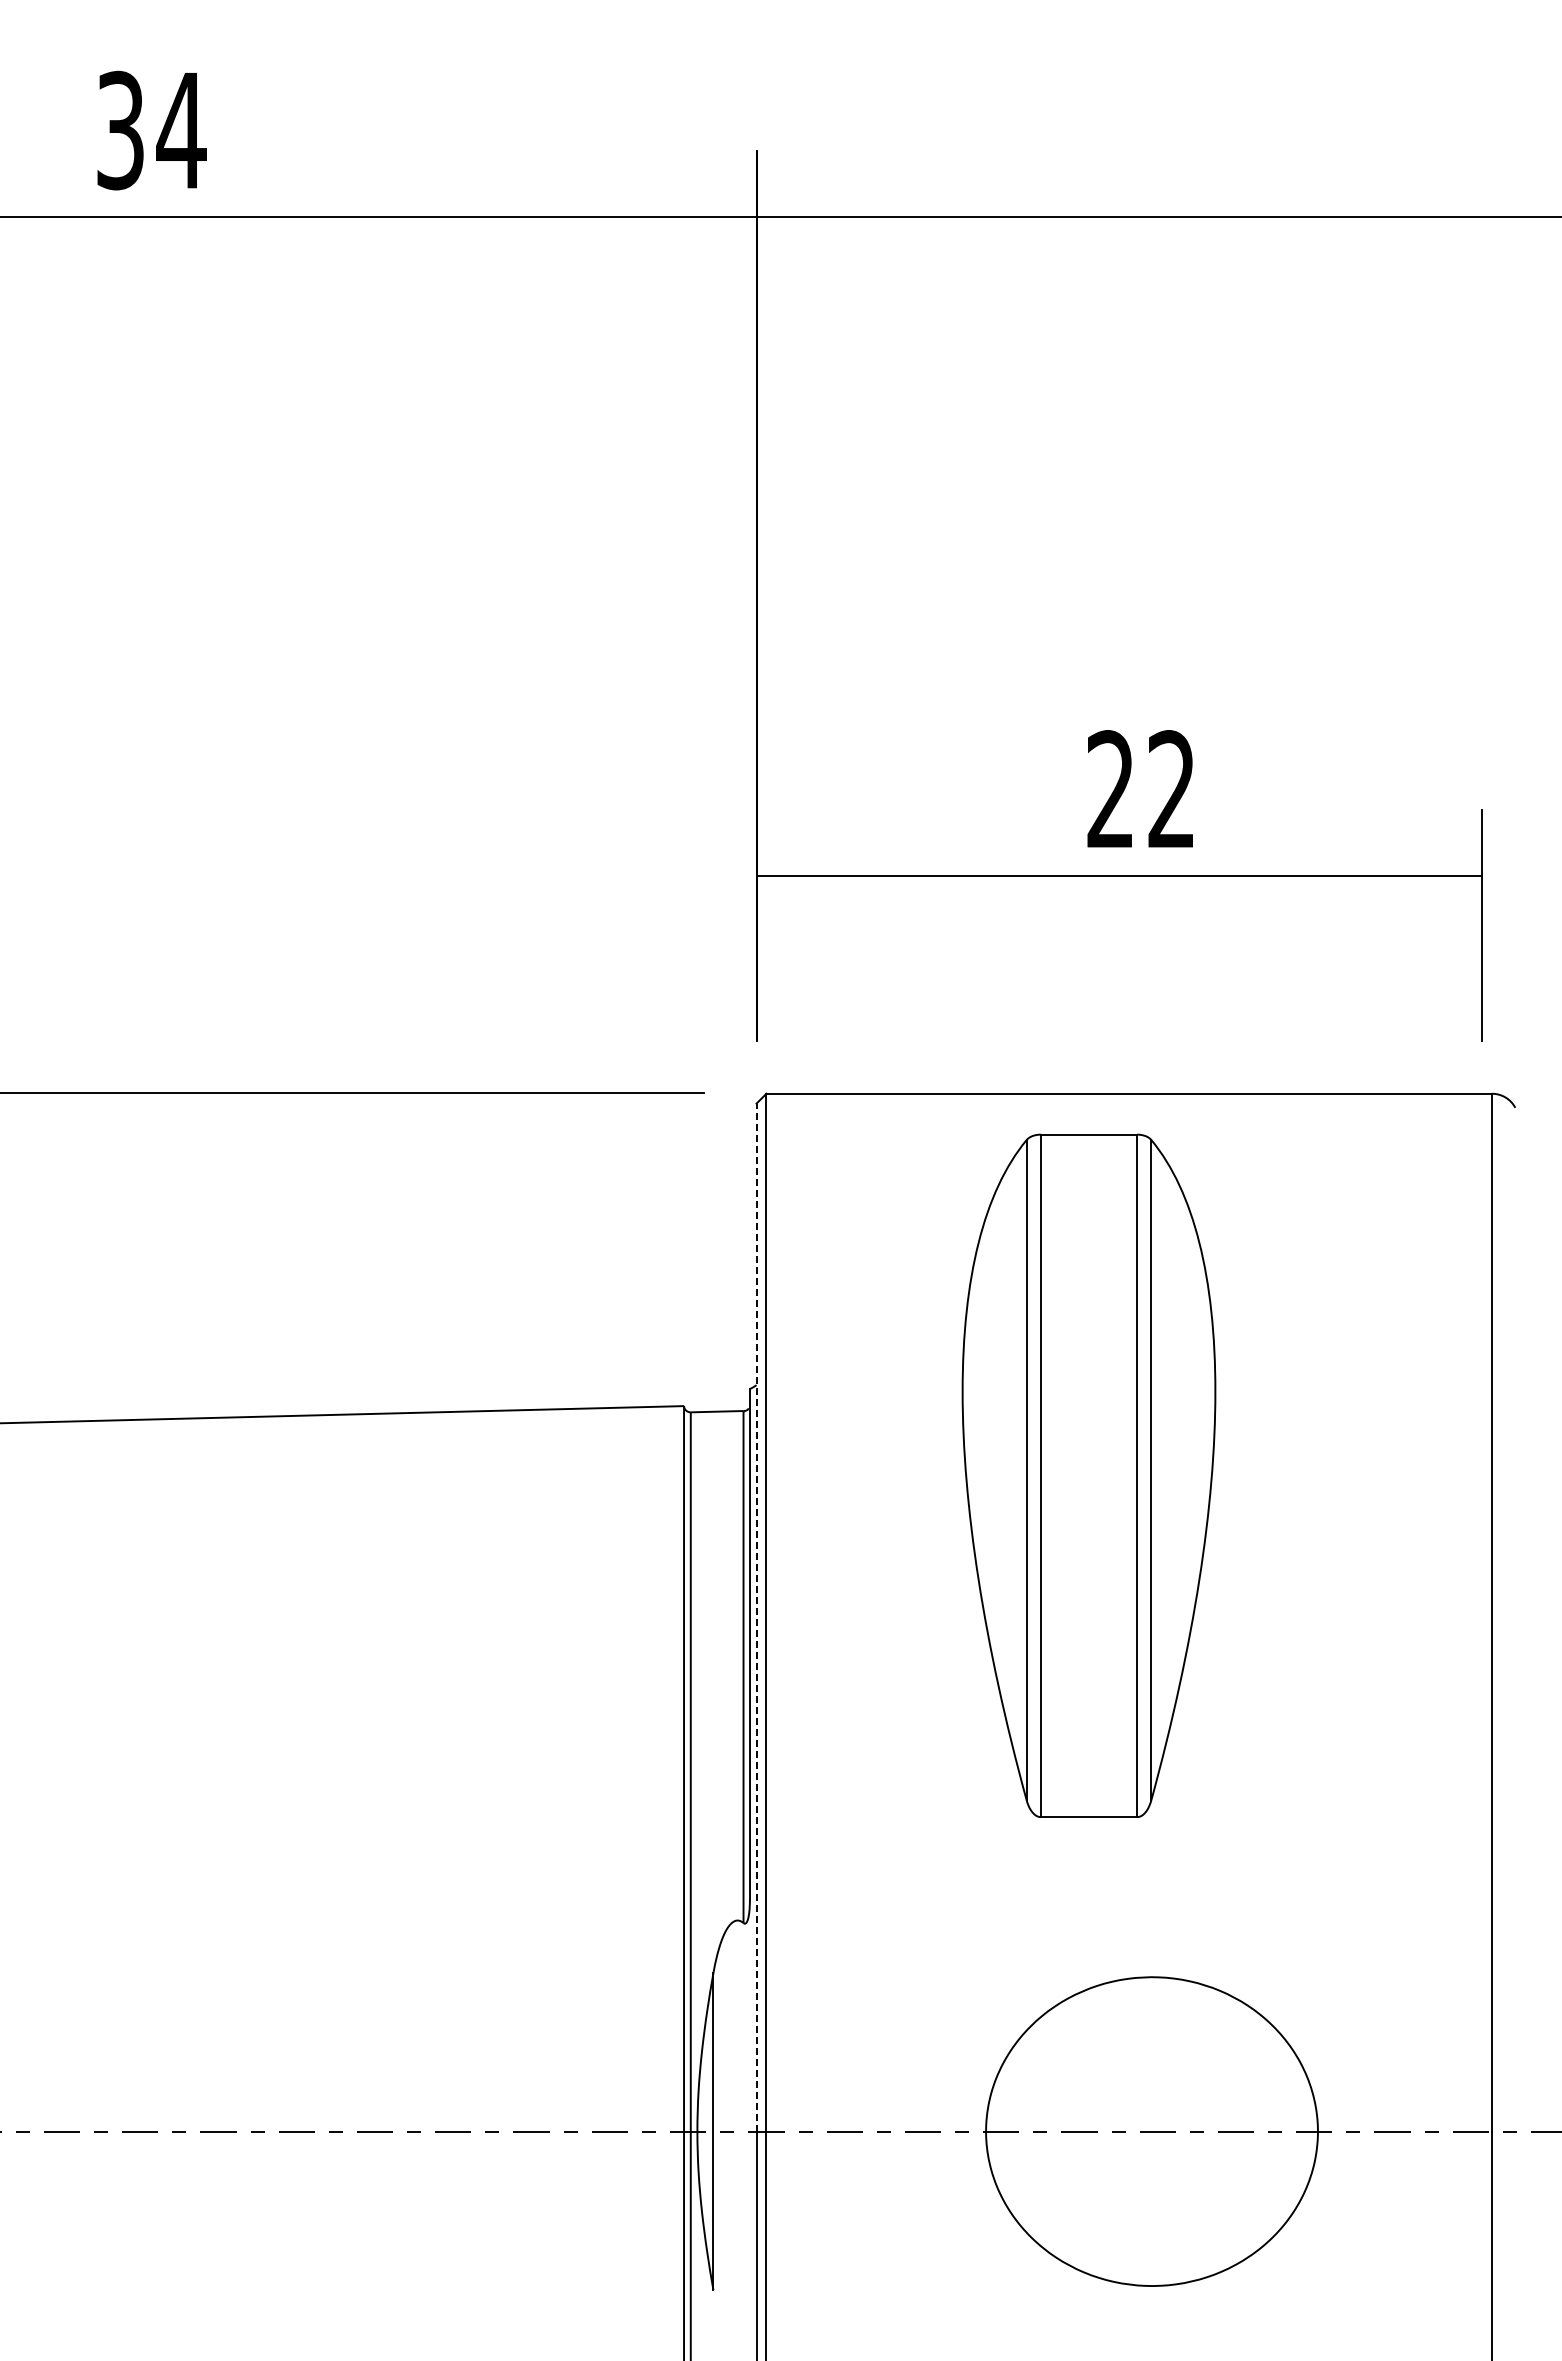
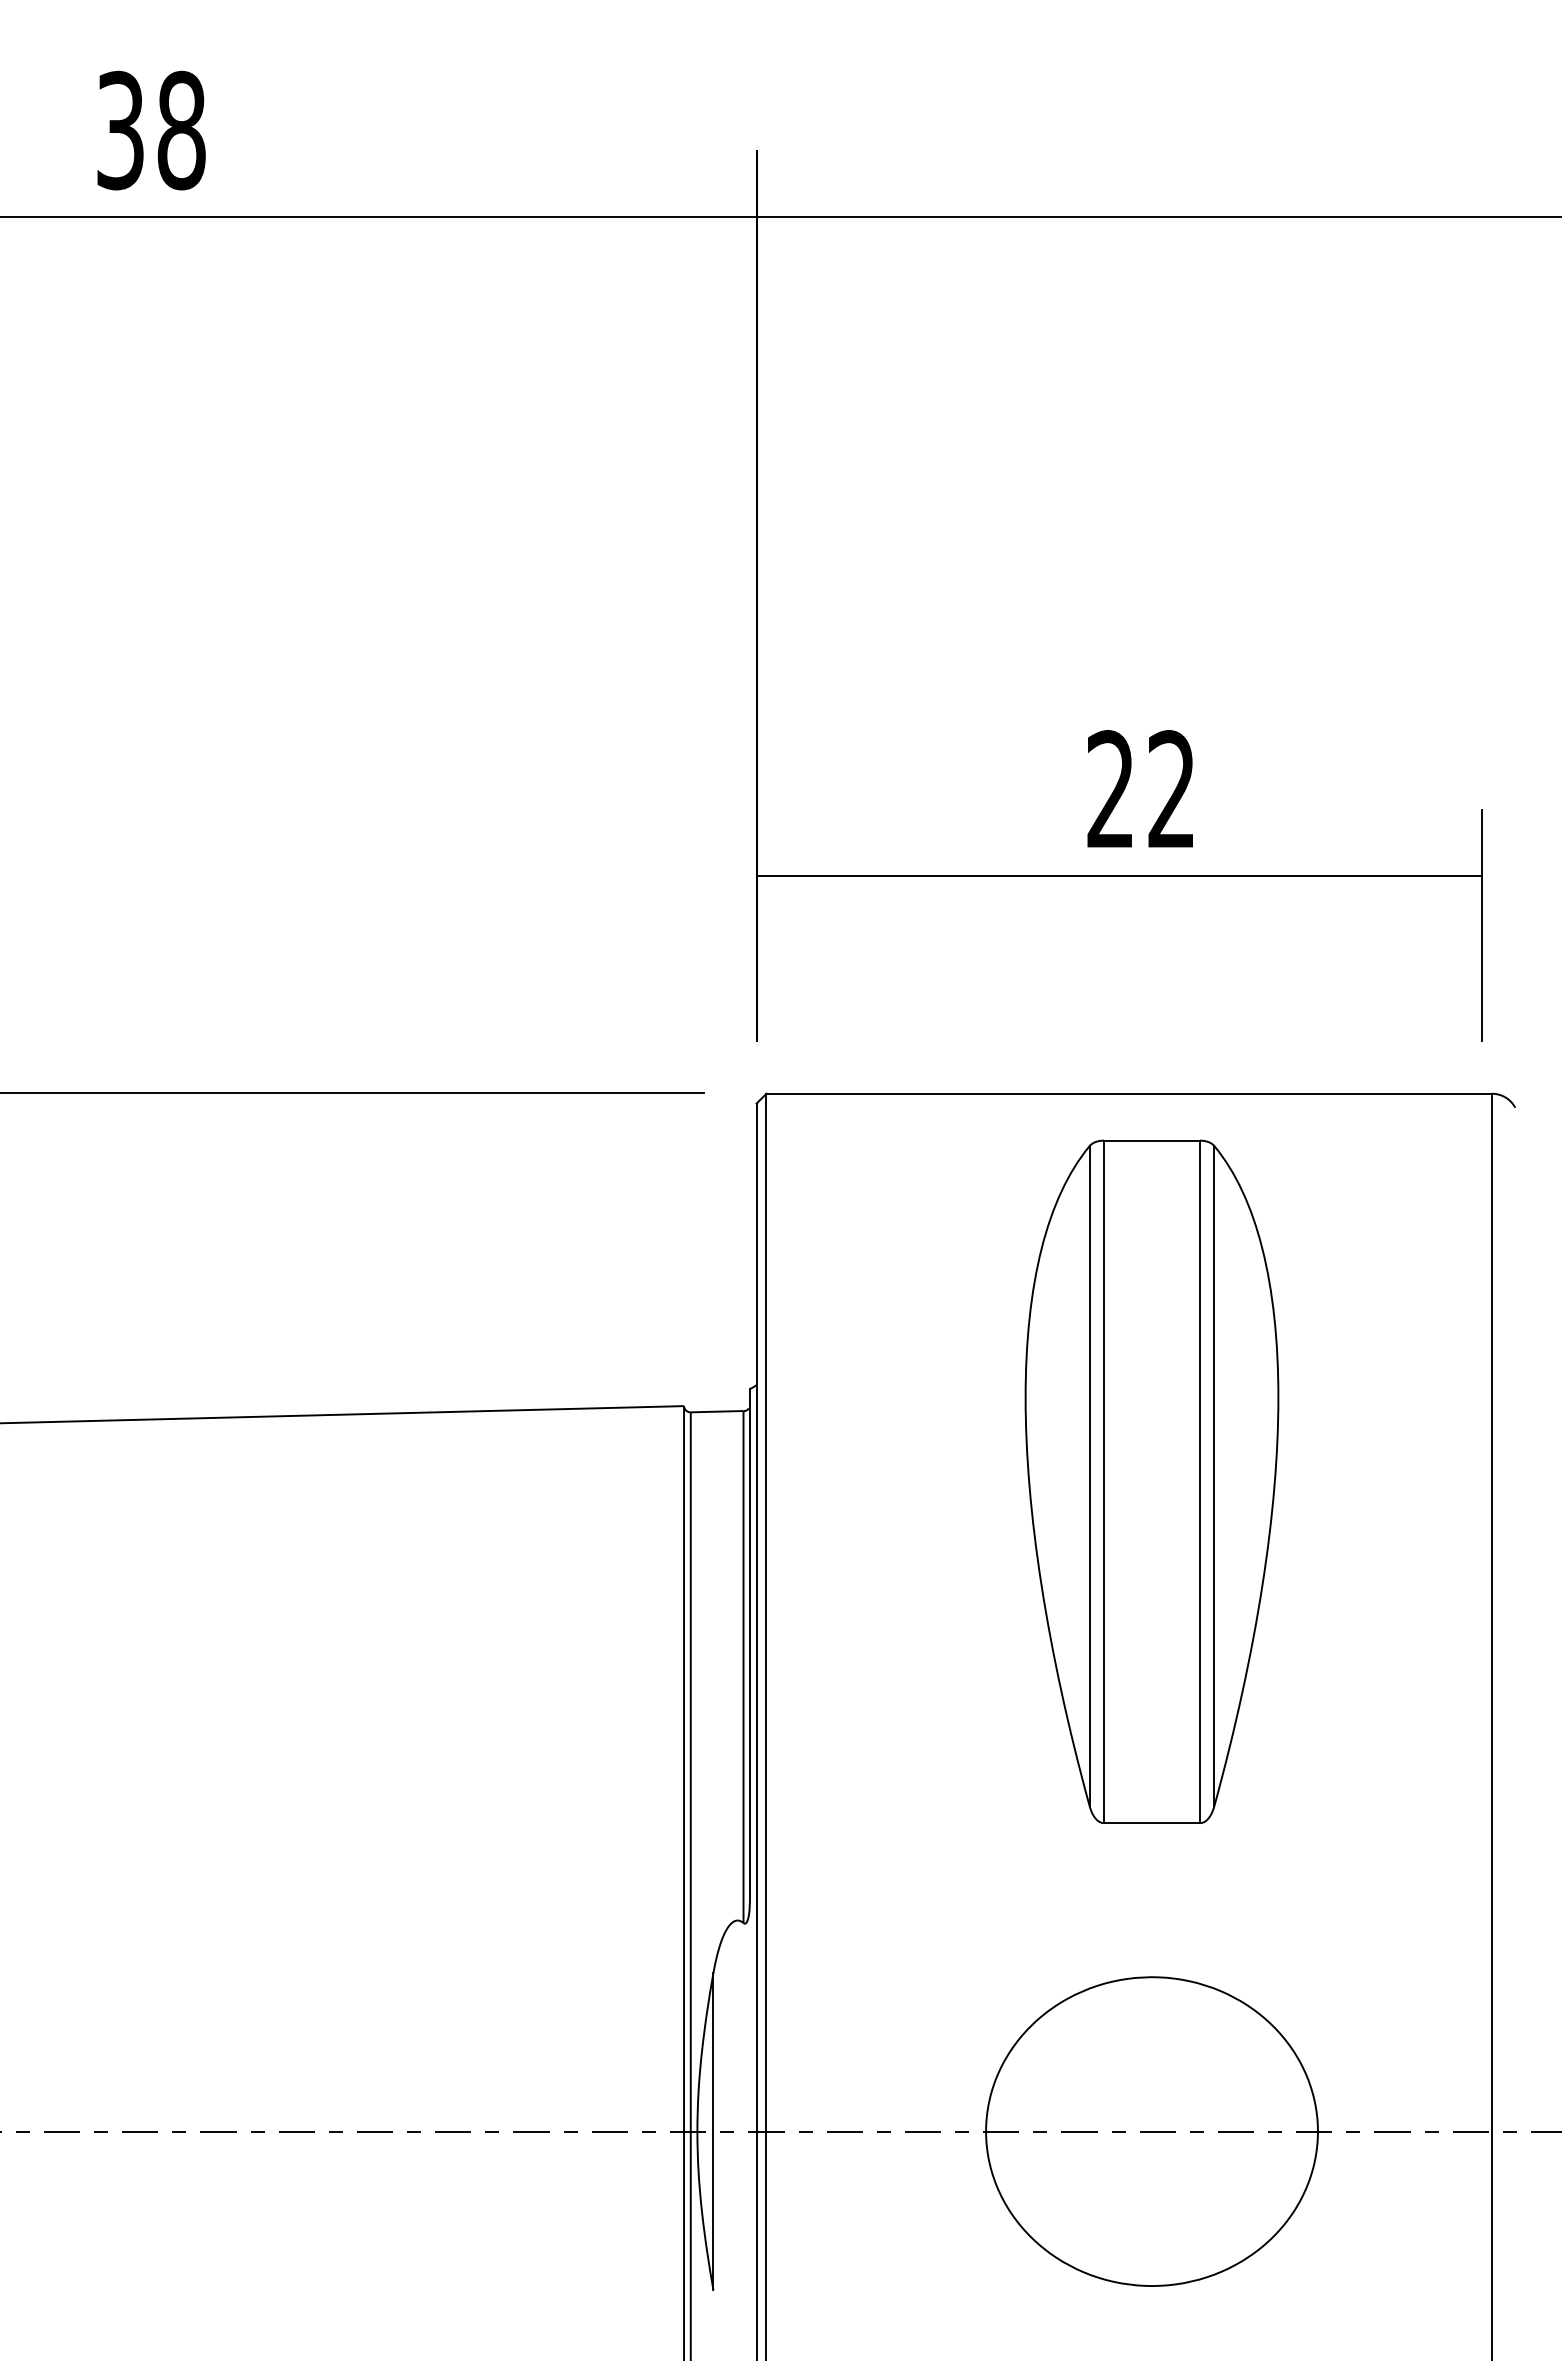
text at (181, 130): 34 -> 38
part at (1088, 1475) position: (1088, 1475) -> (1151, 1481)
line at (756, 1617): dashed -> solid
